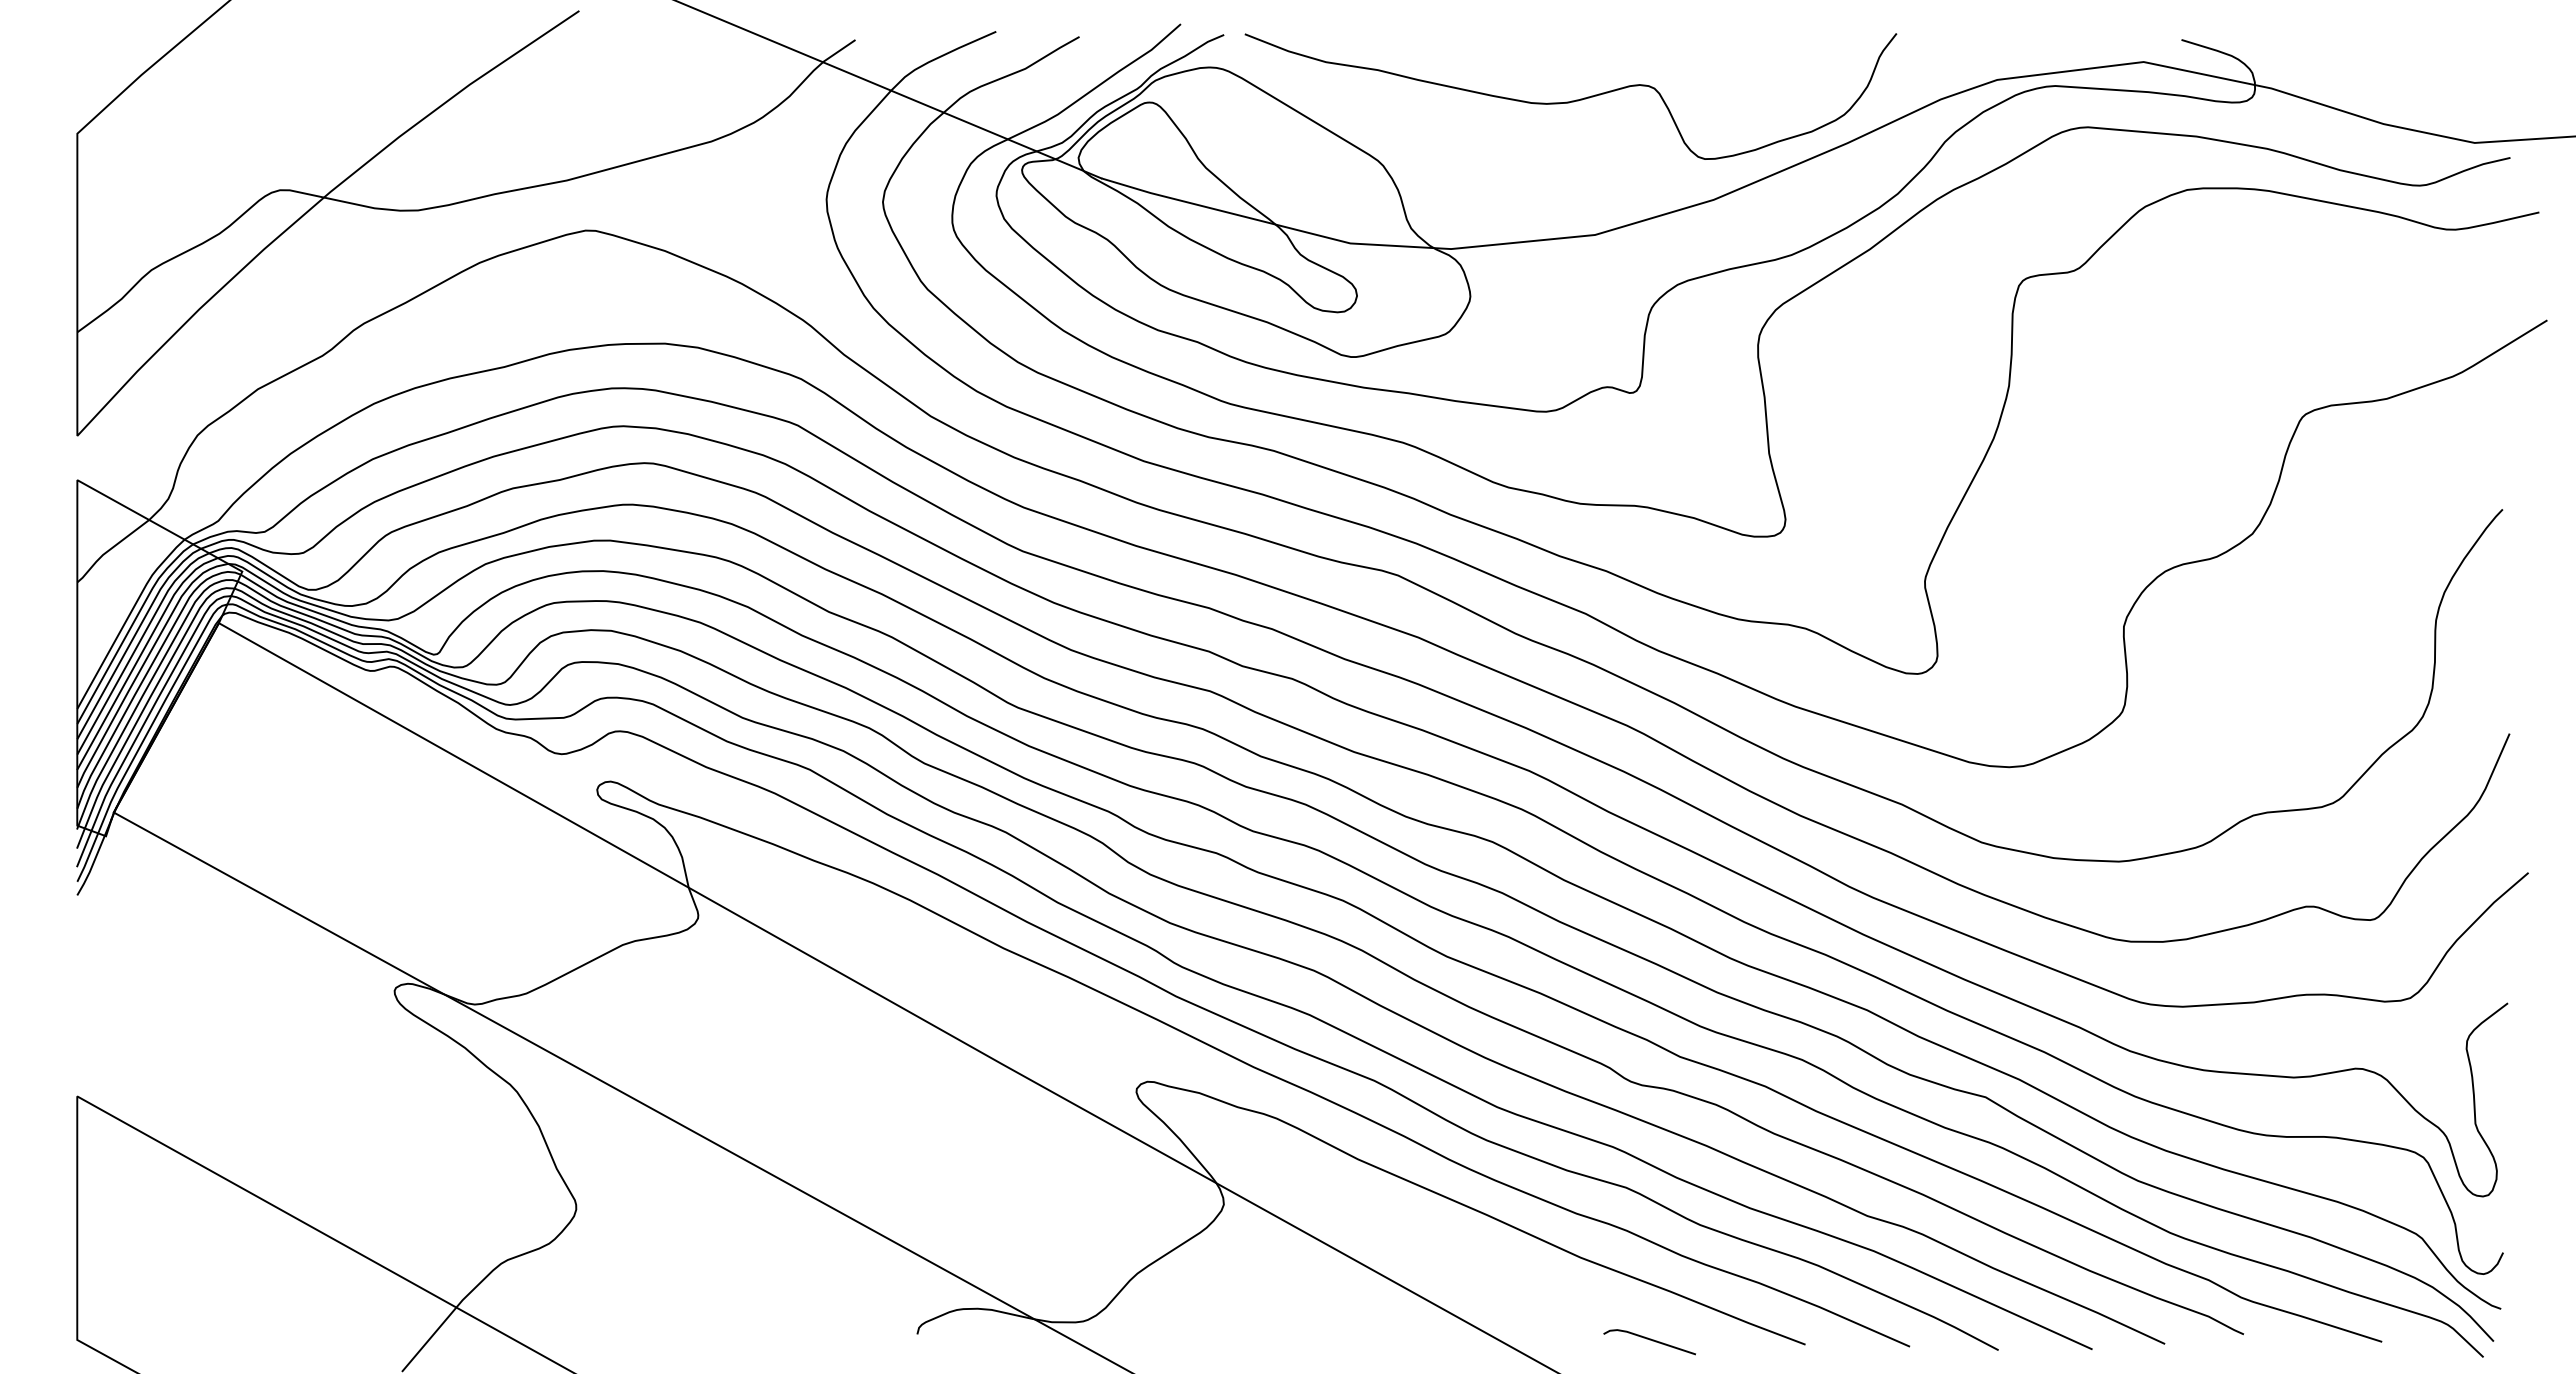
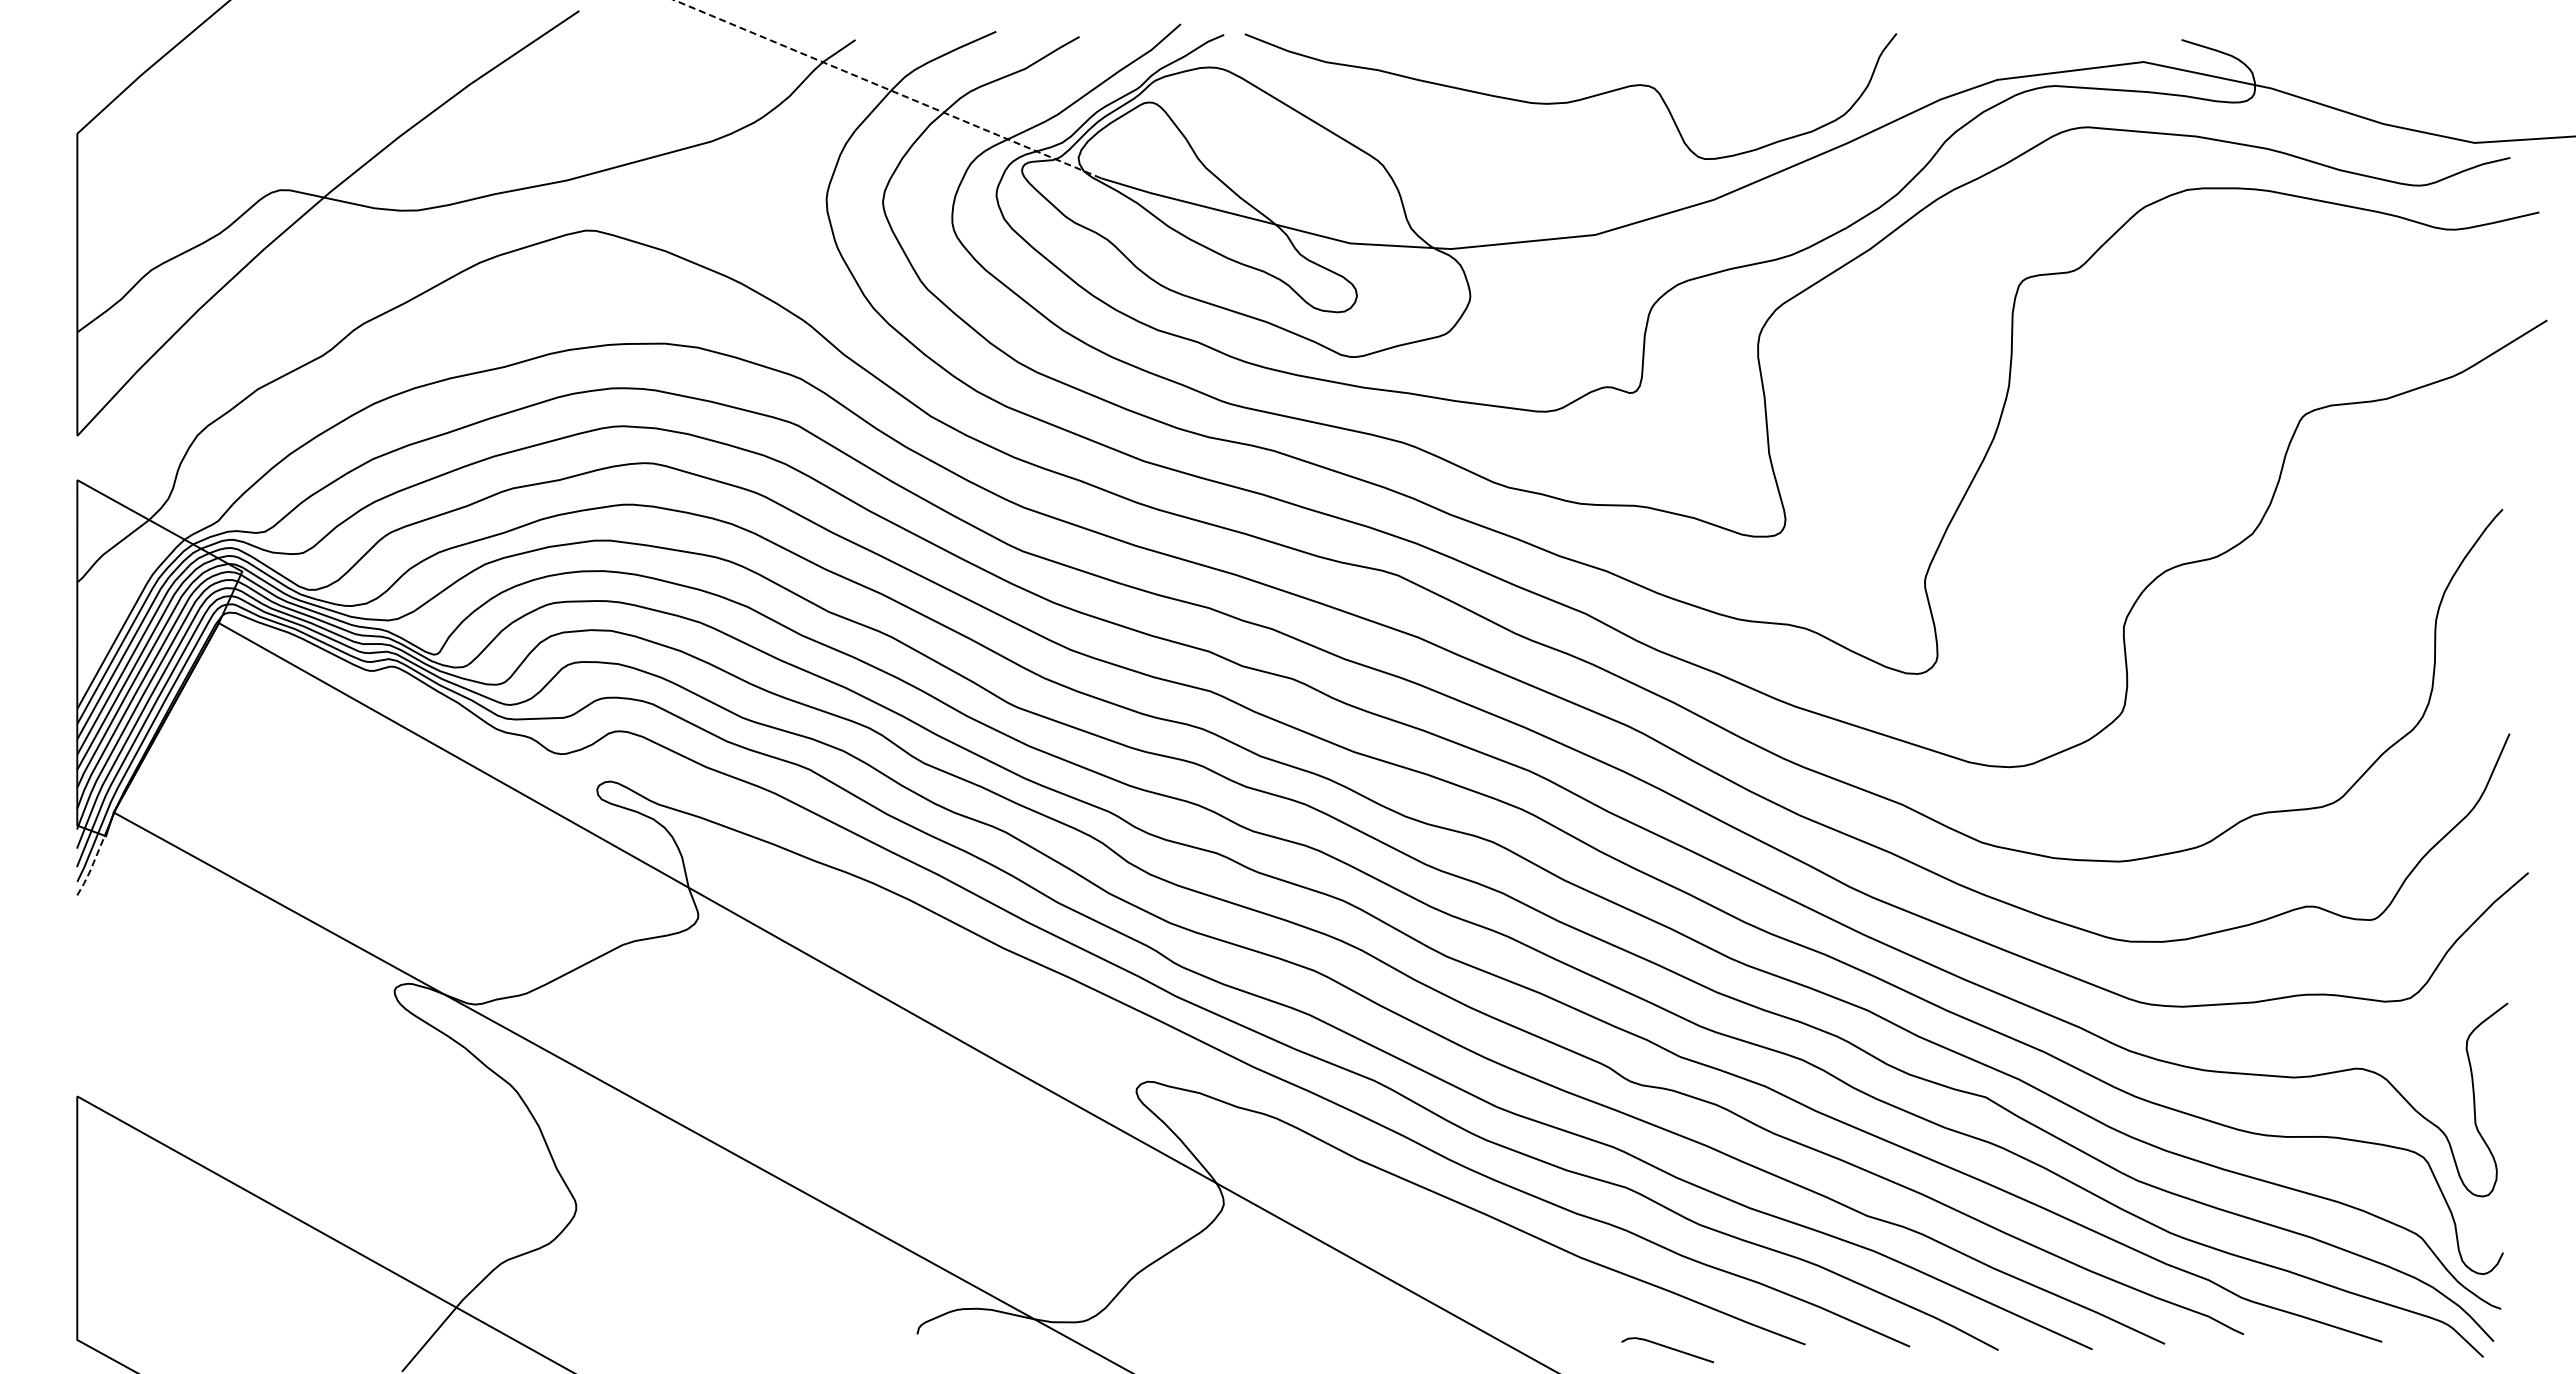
line at (887, 89): solid -> dashed
line at (92, 866): solid -> dashed
line at (1649, 1340) position: (1649, 1340) -> (1667, 1348)
